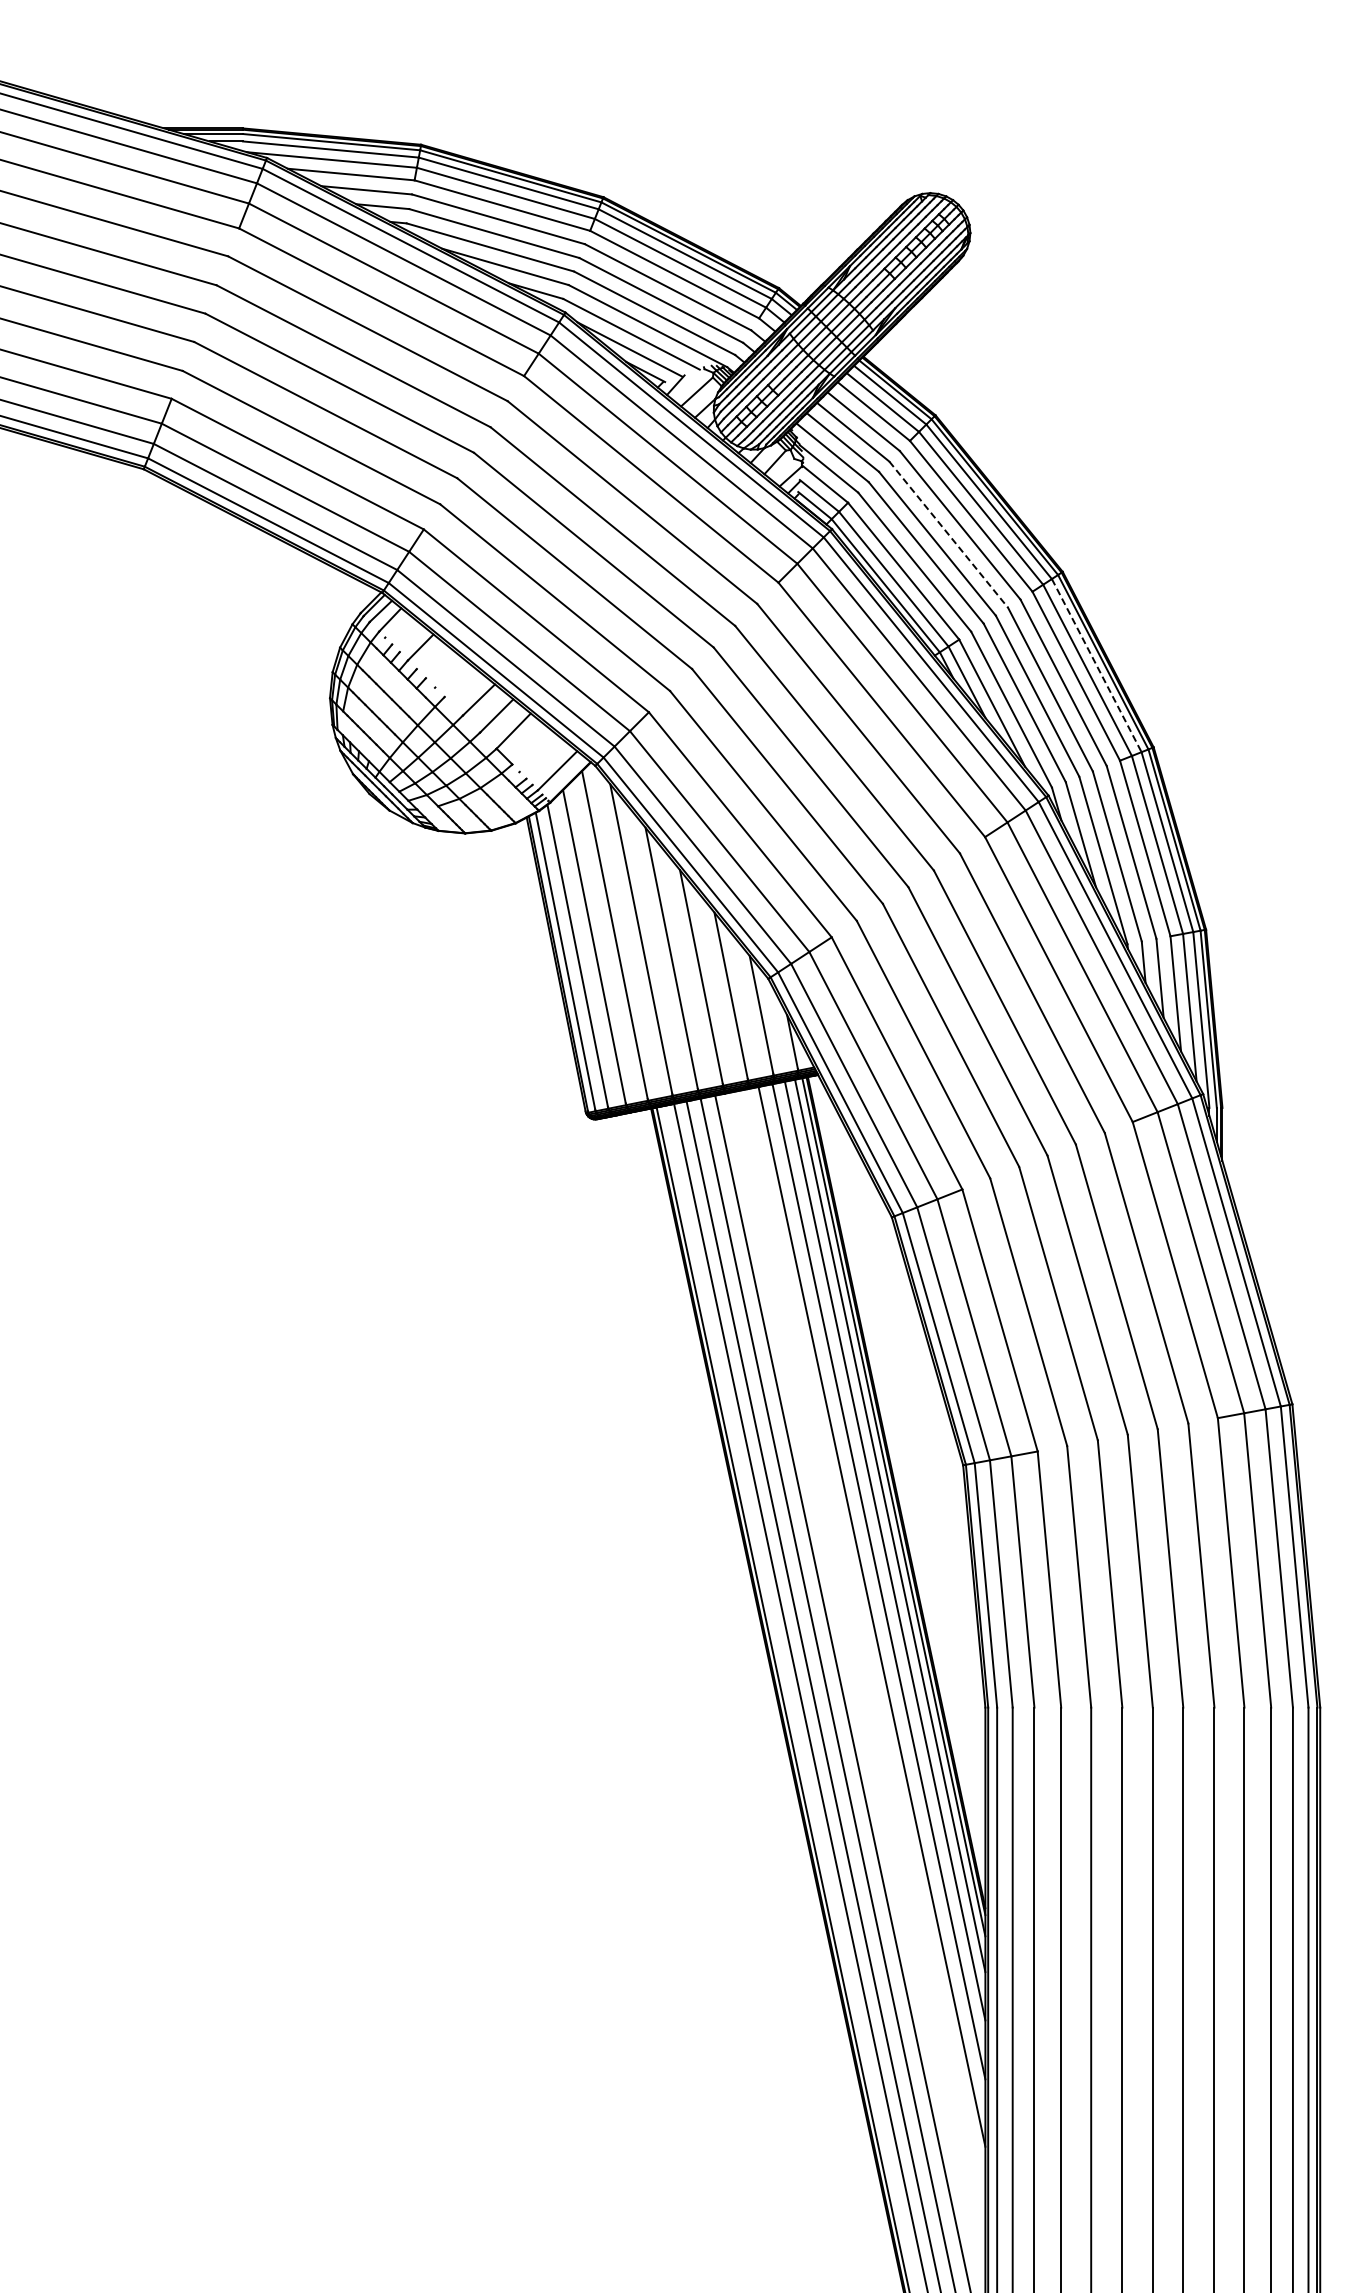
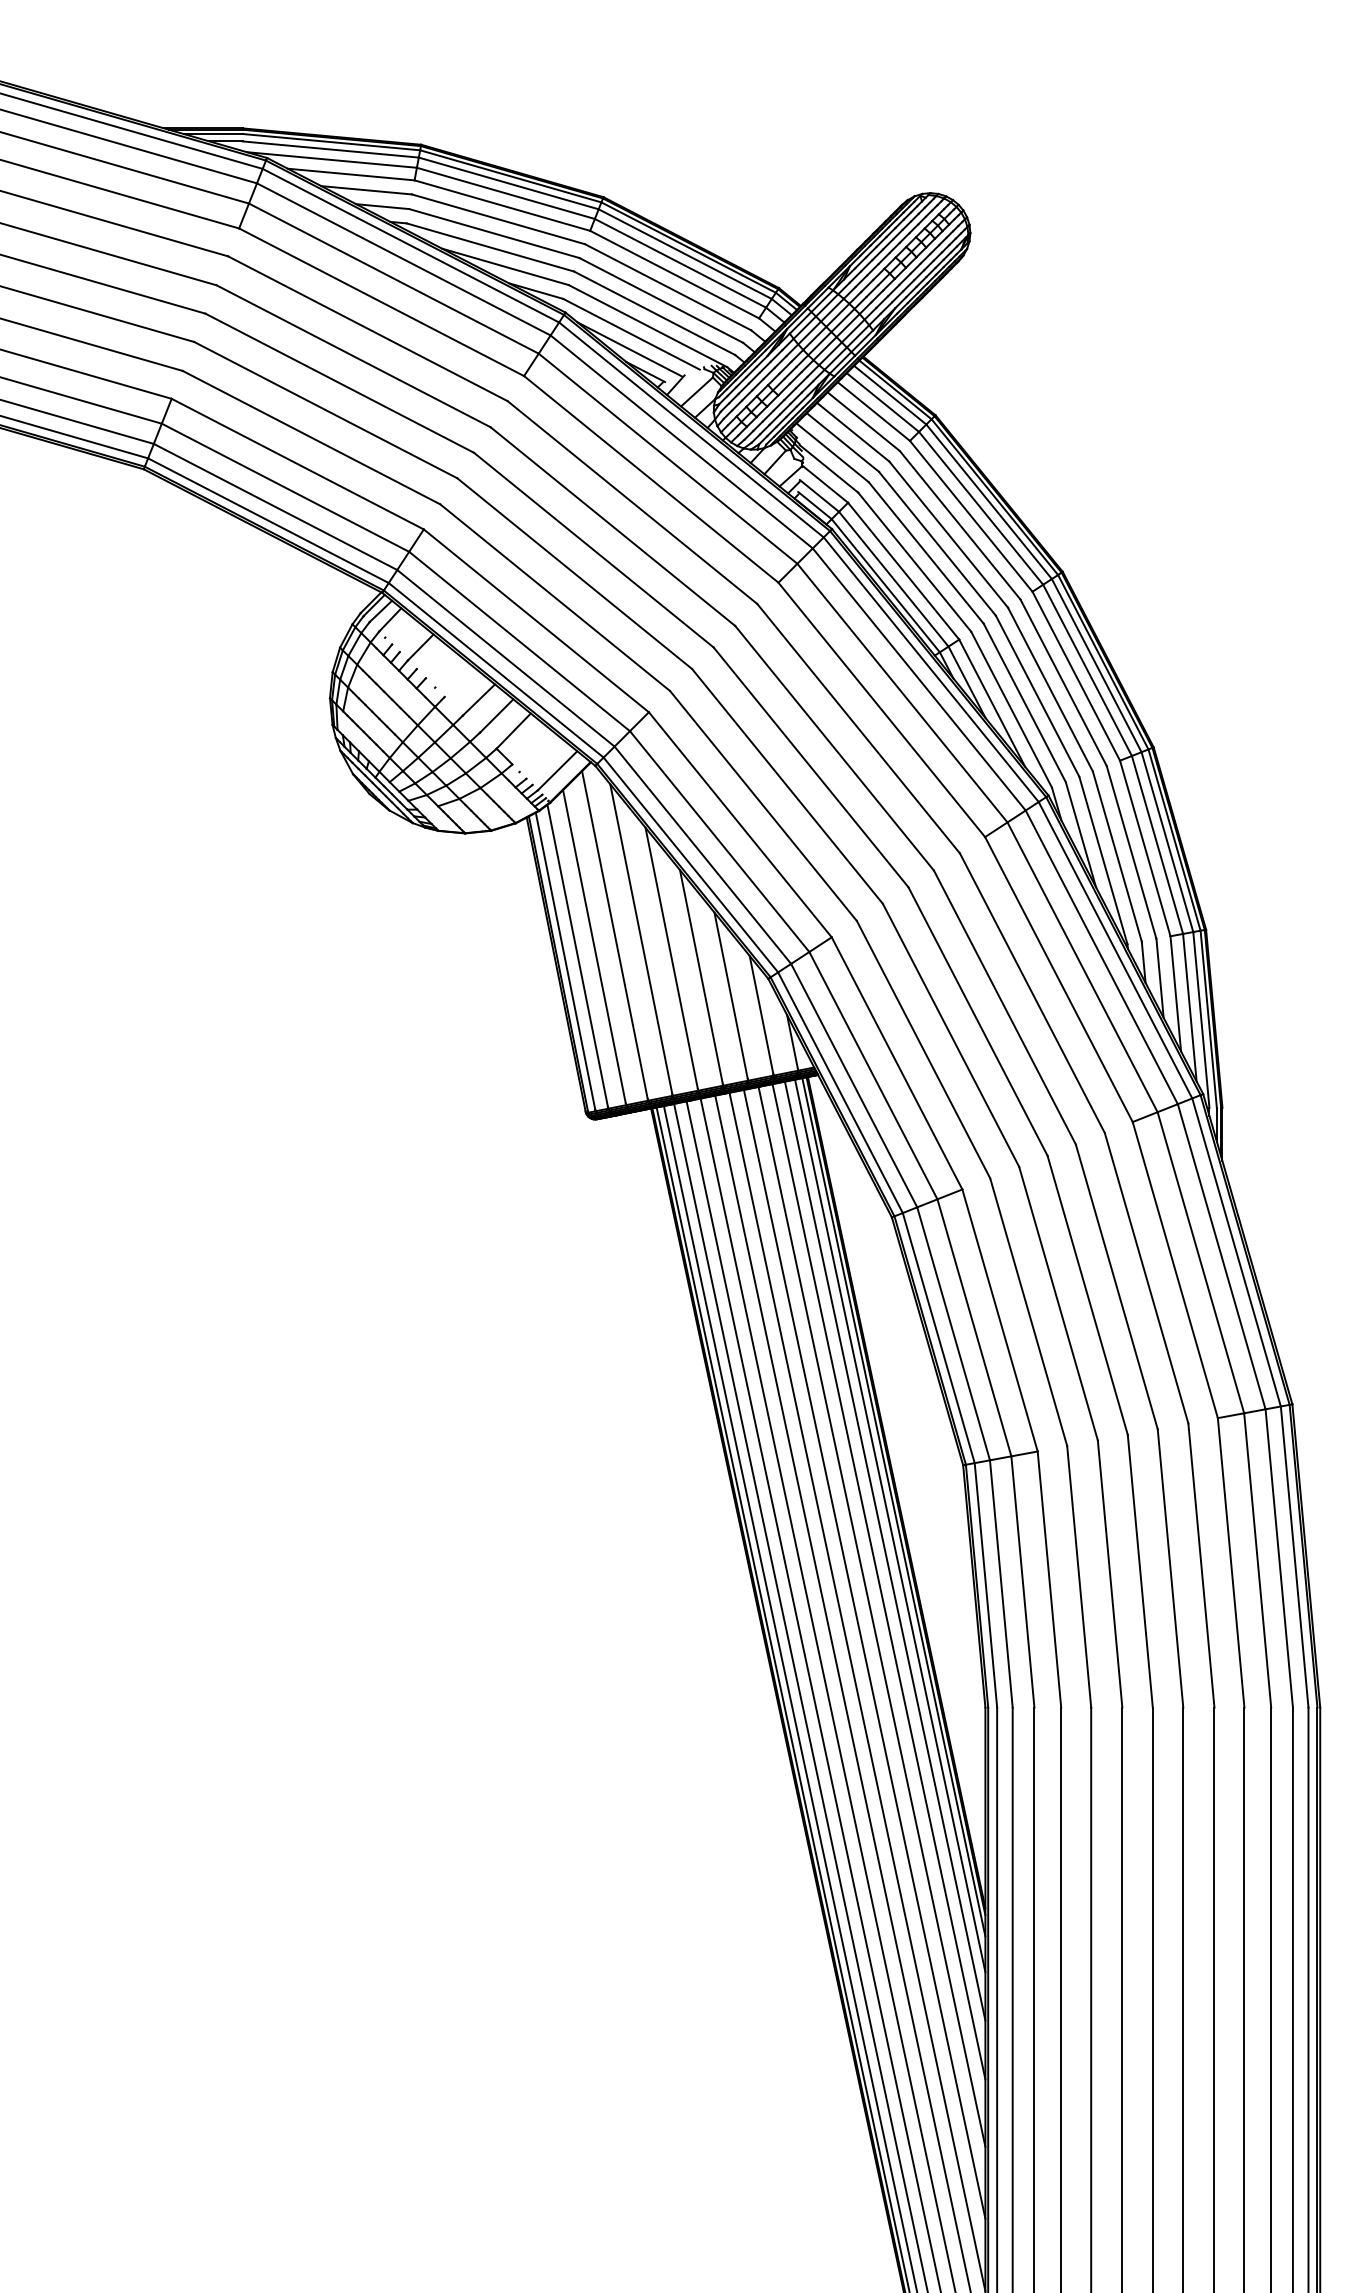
line at (949, 535): dashed -> solid
line at (1096, 666): dashed -> solid
line at (864, 1653): none -> present
line at (856, 1690): none -> present
line at (789, 1697): none -> present
